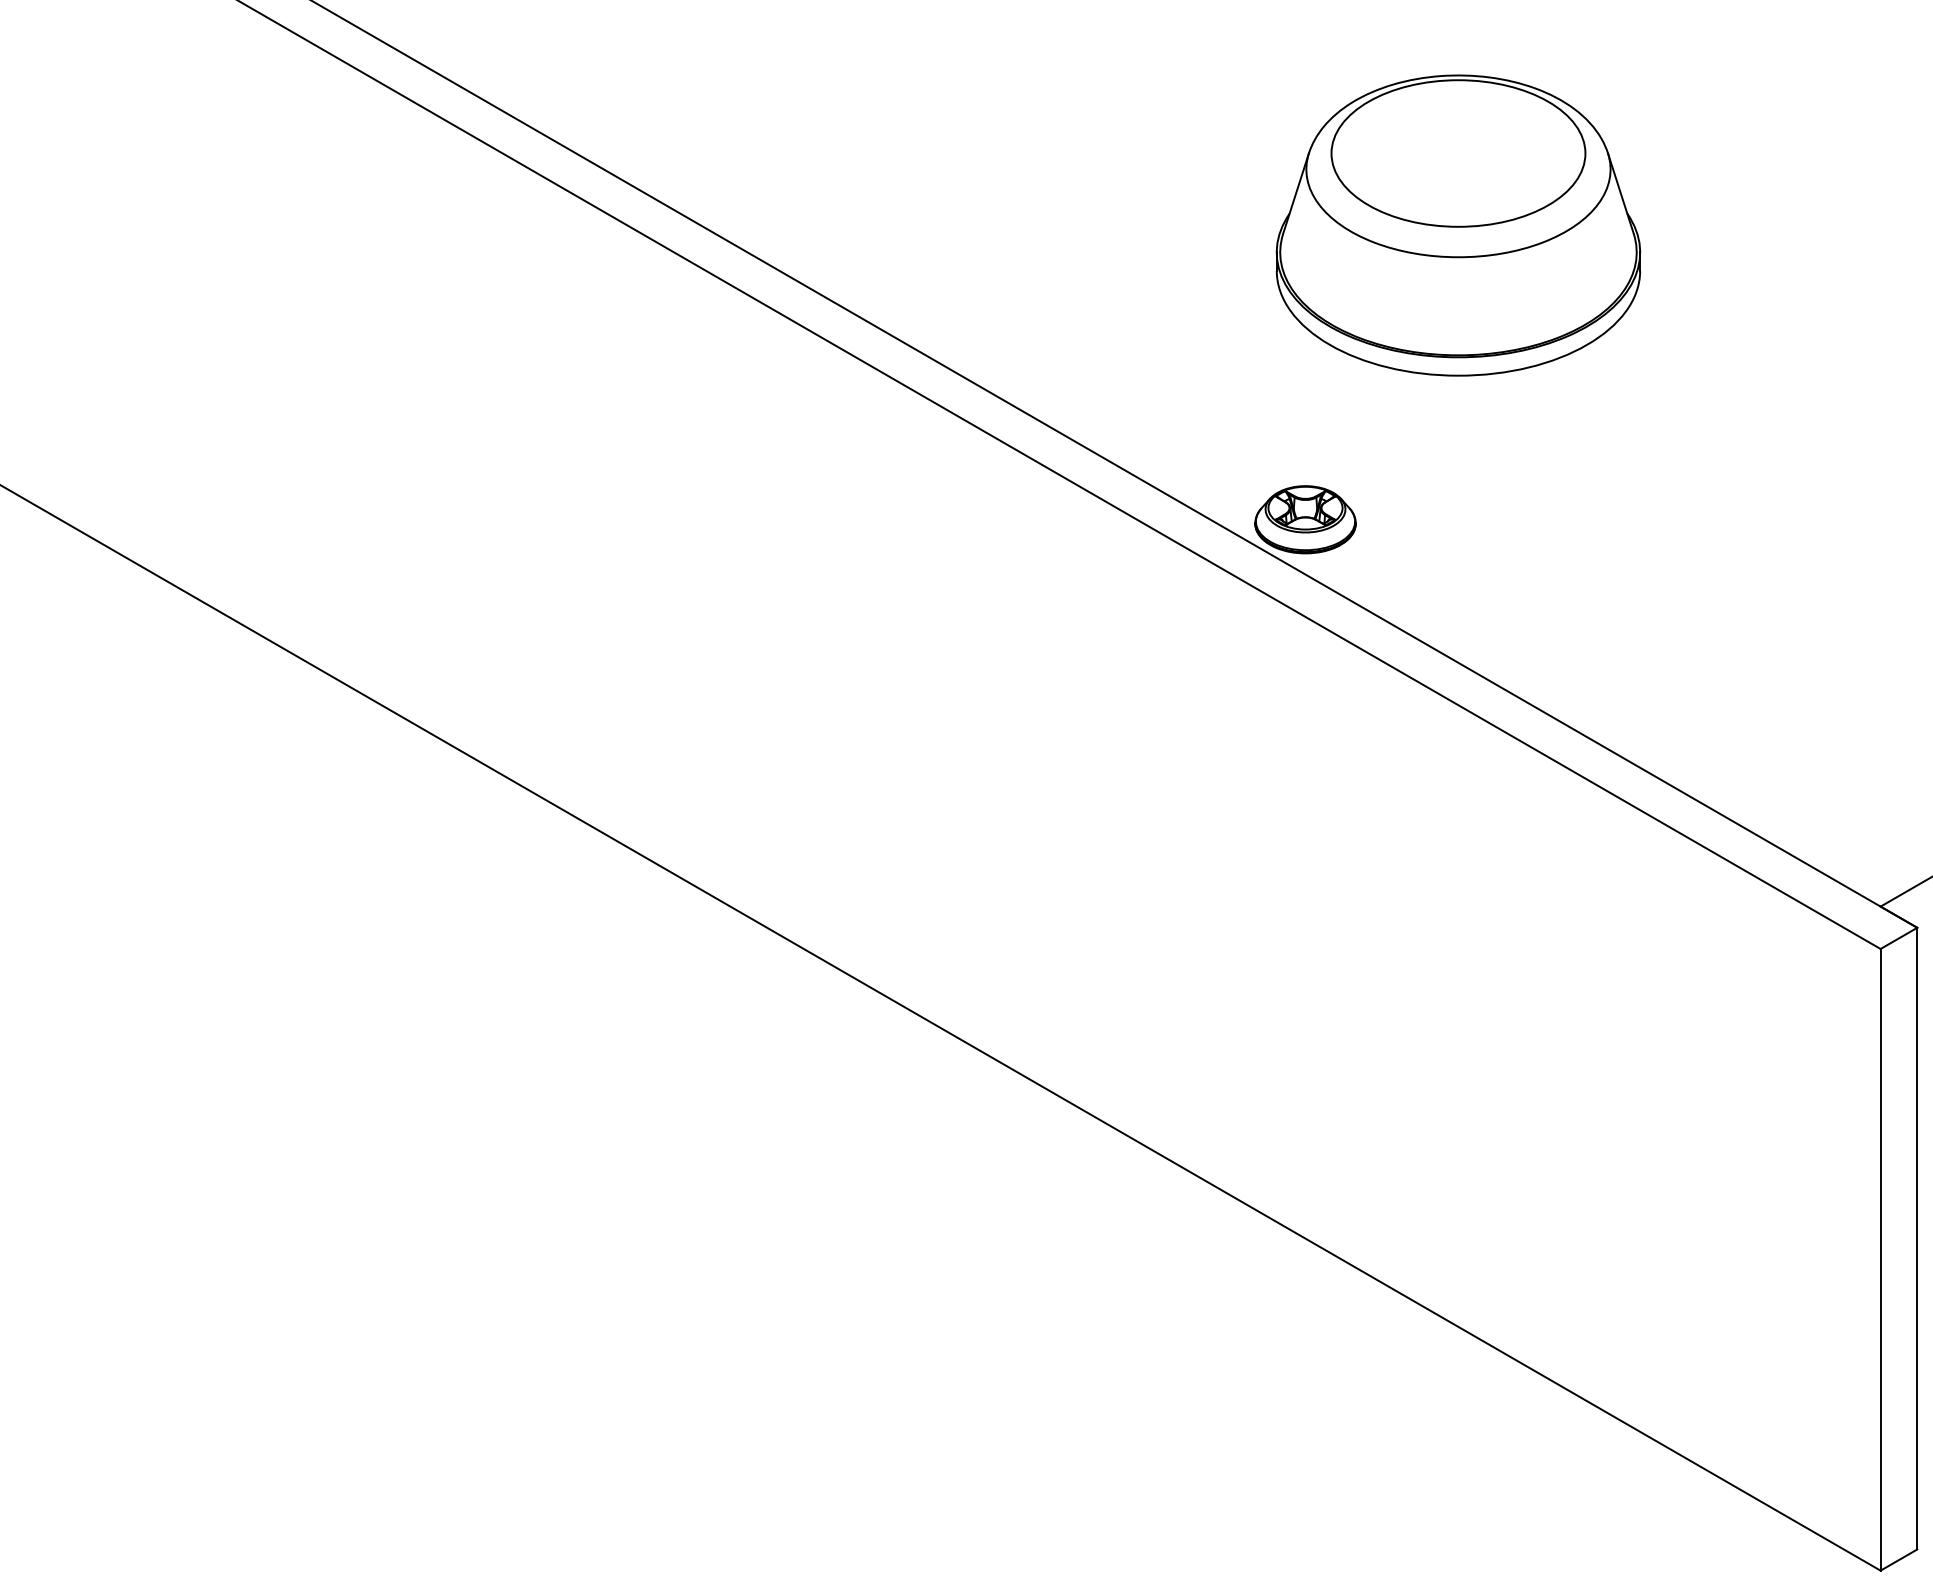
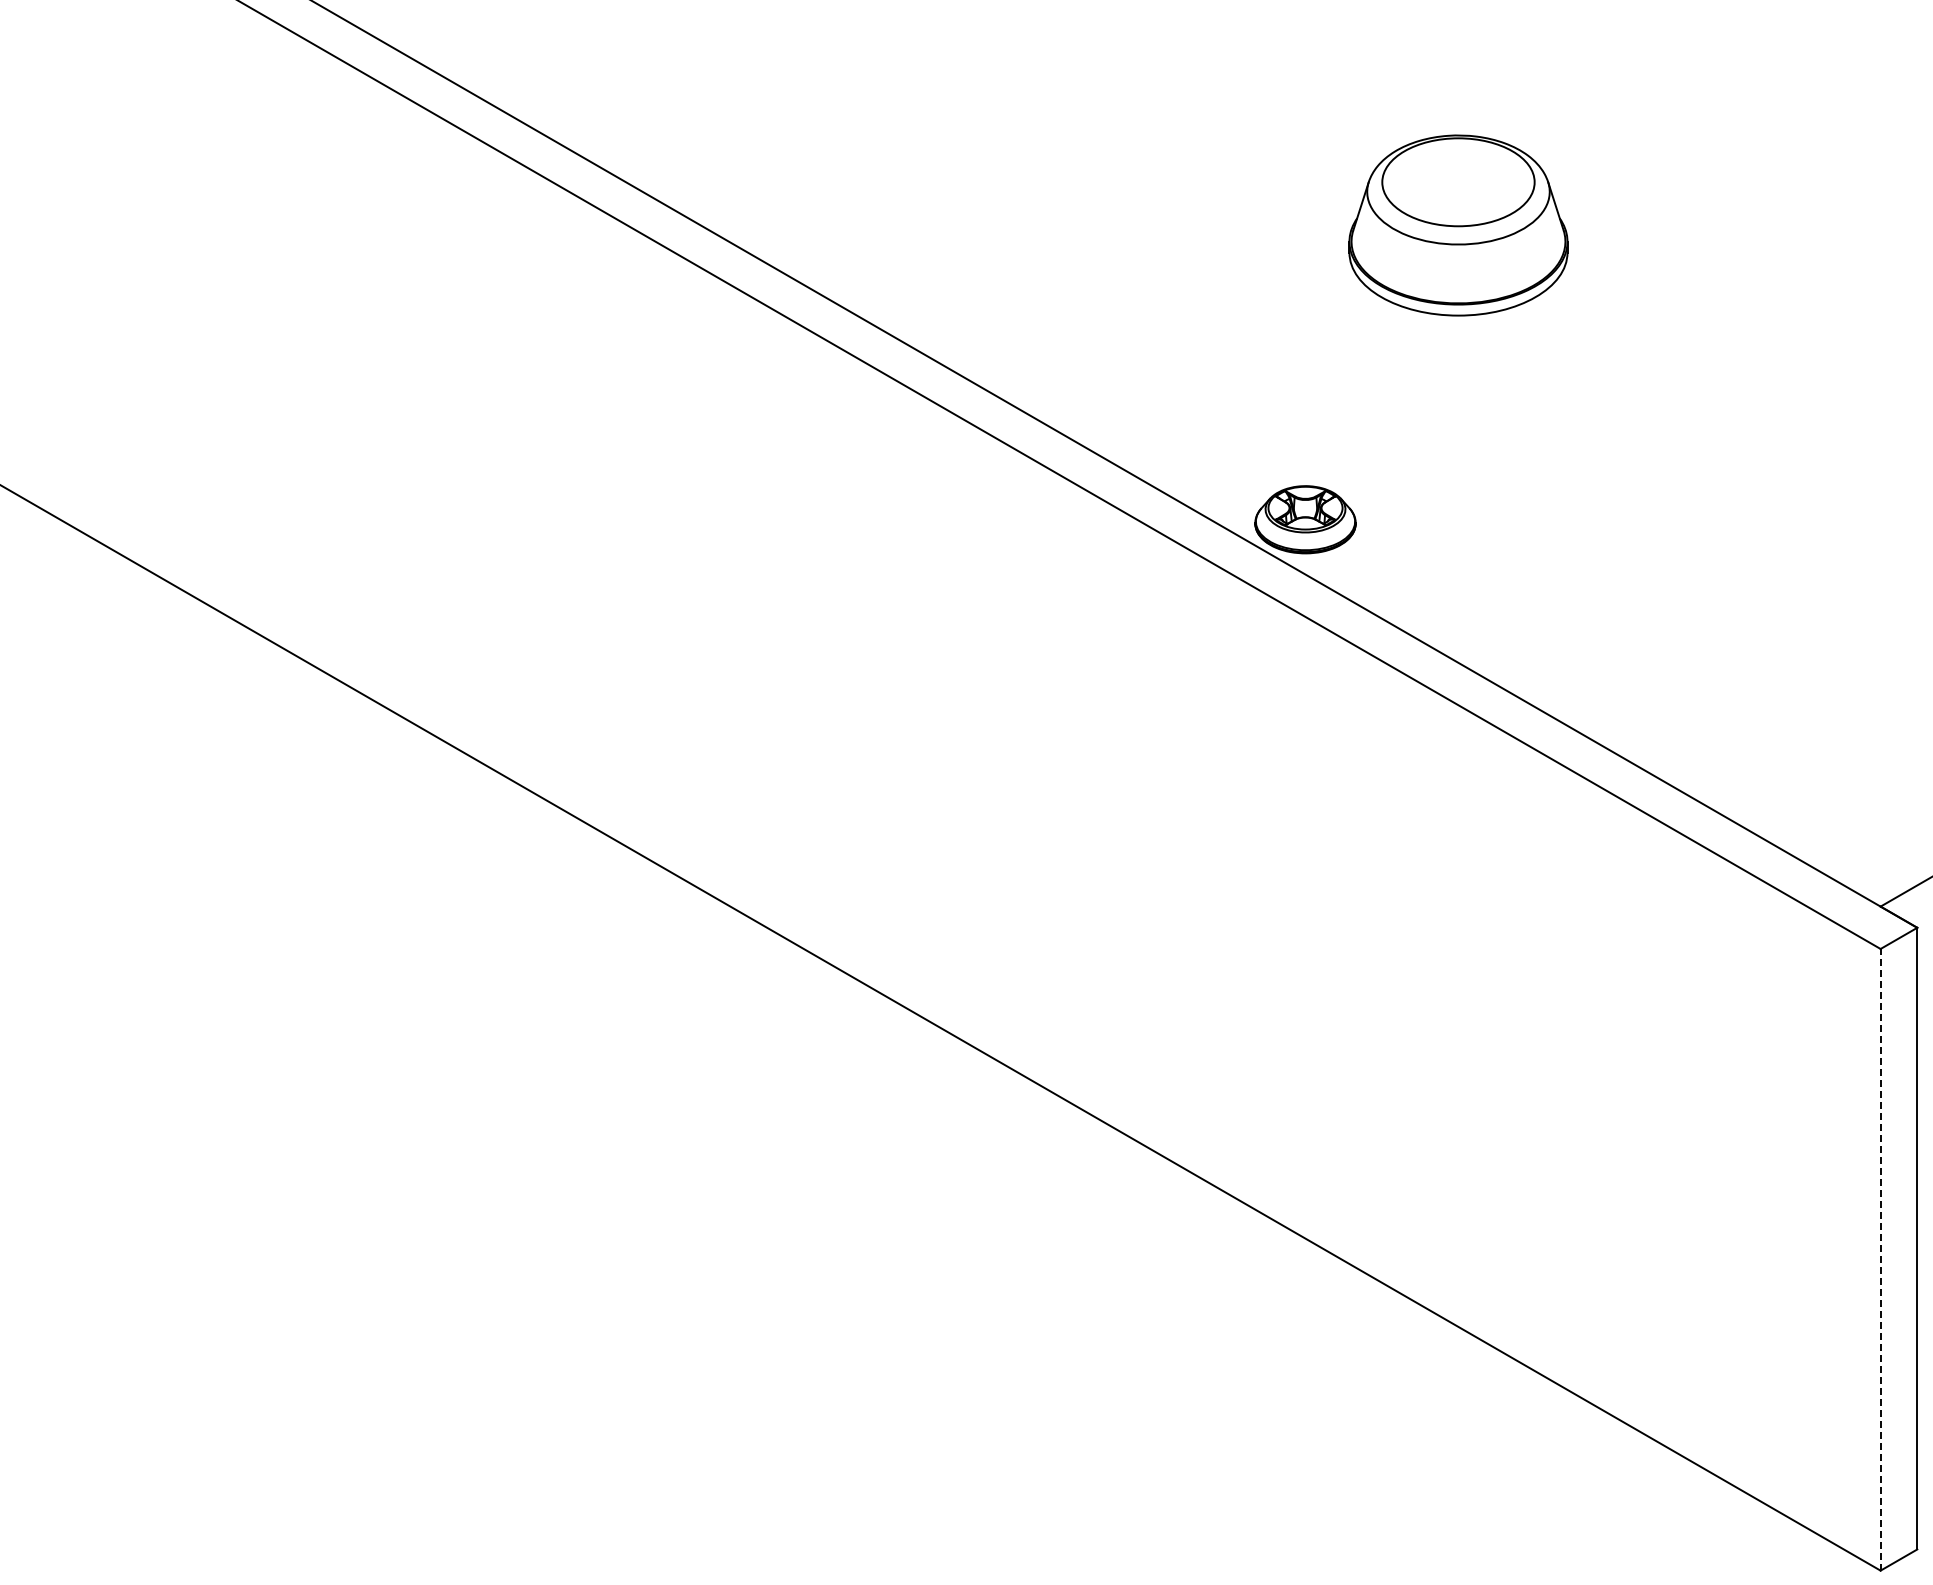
part at (1458, 225) size: 367x303 px -> 221x183 px
line at (1880, 1259): solid -> dashed
